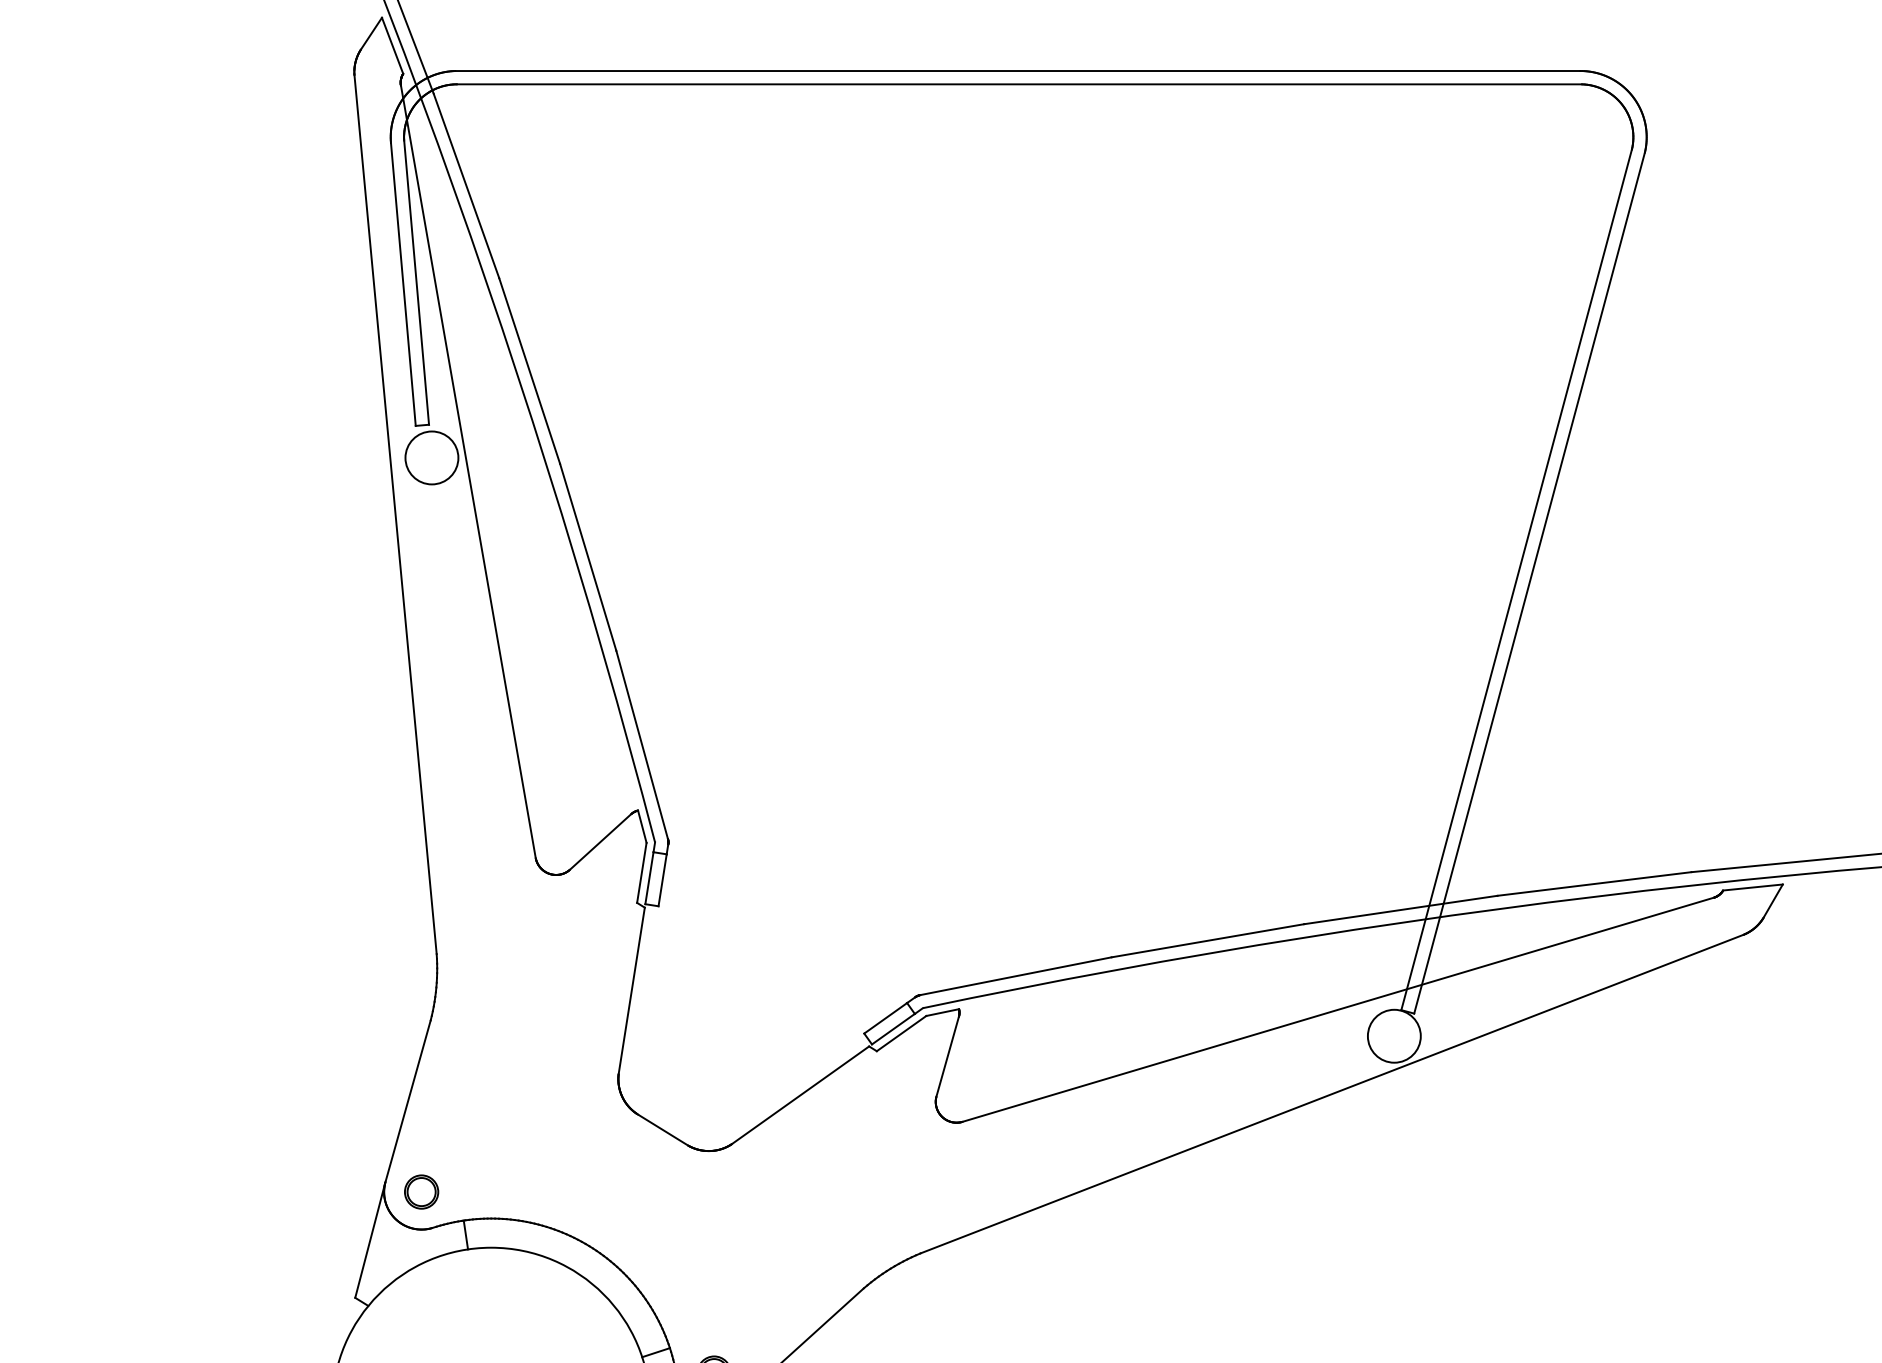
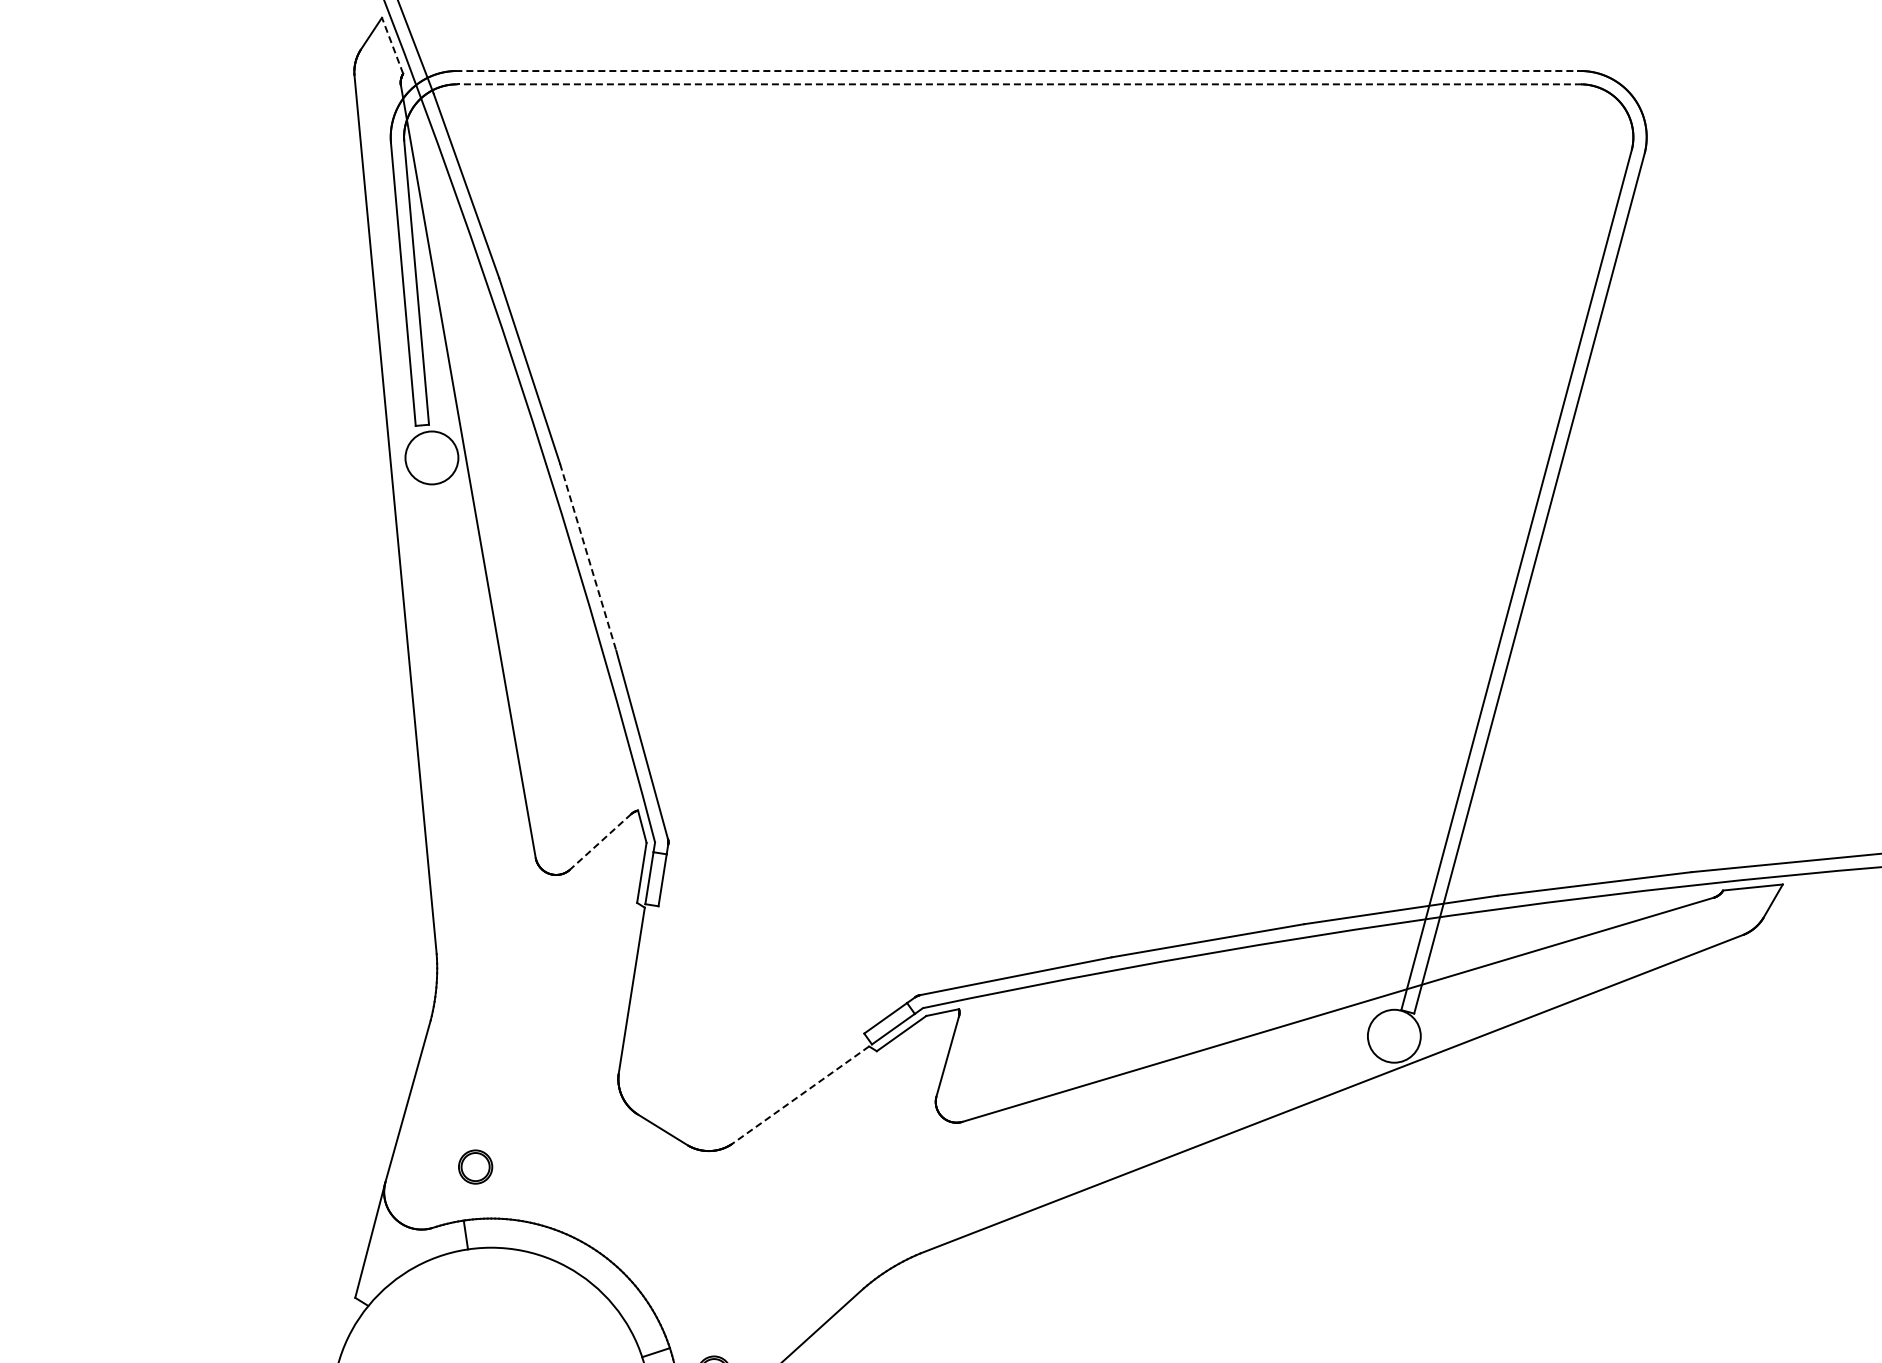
line at (392, 45): solid -> dashed
line at (1017, 71): solid -> dashed
line at (1018, 84): solid -> dashed
line at (588, 557): solid -> dashed
line at (600, 842): solid -> dashed
line at (800, 1095): solid -> dashed
part at (421, 1191) position: (421, 1191) -> (475, 1166)
